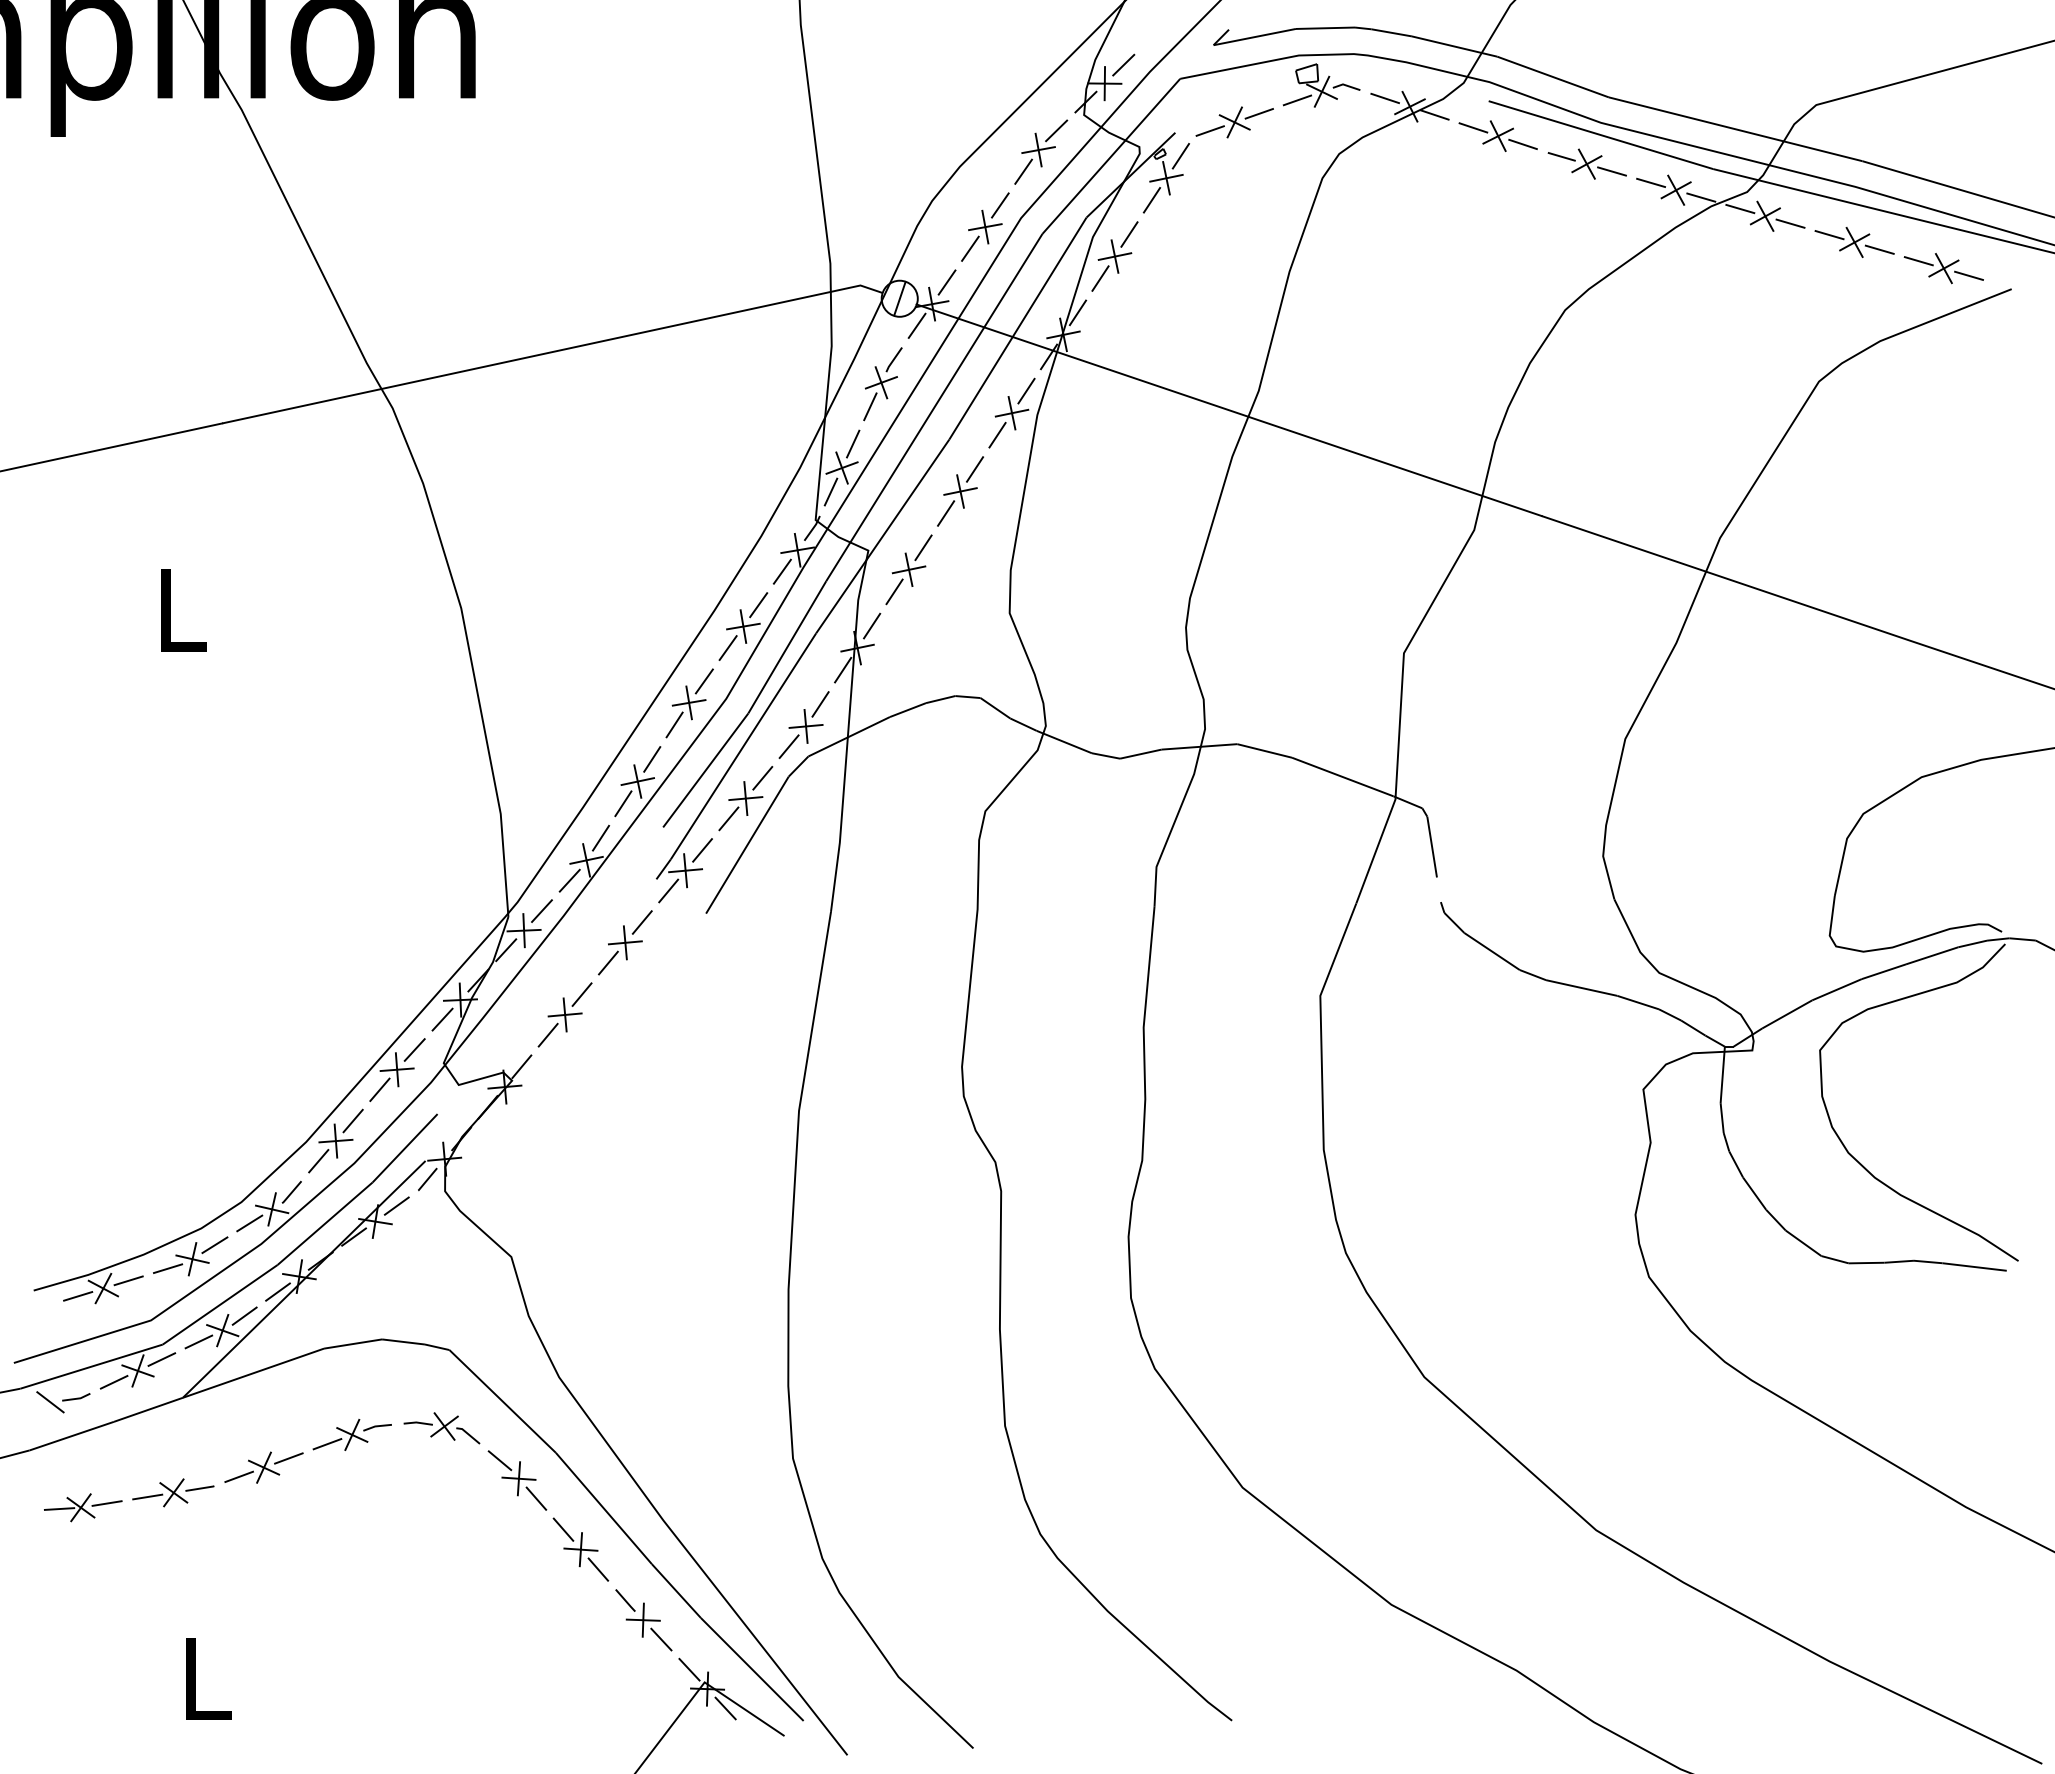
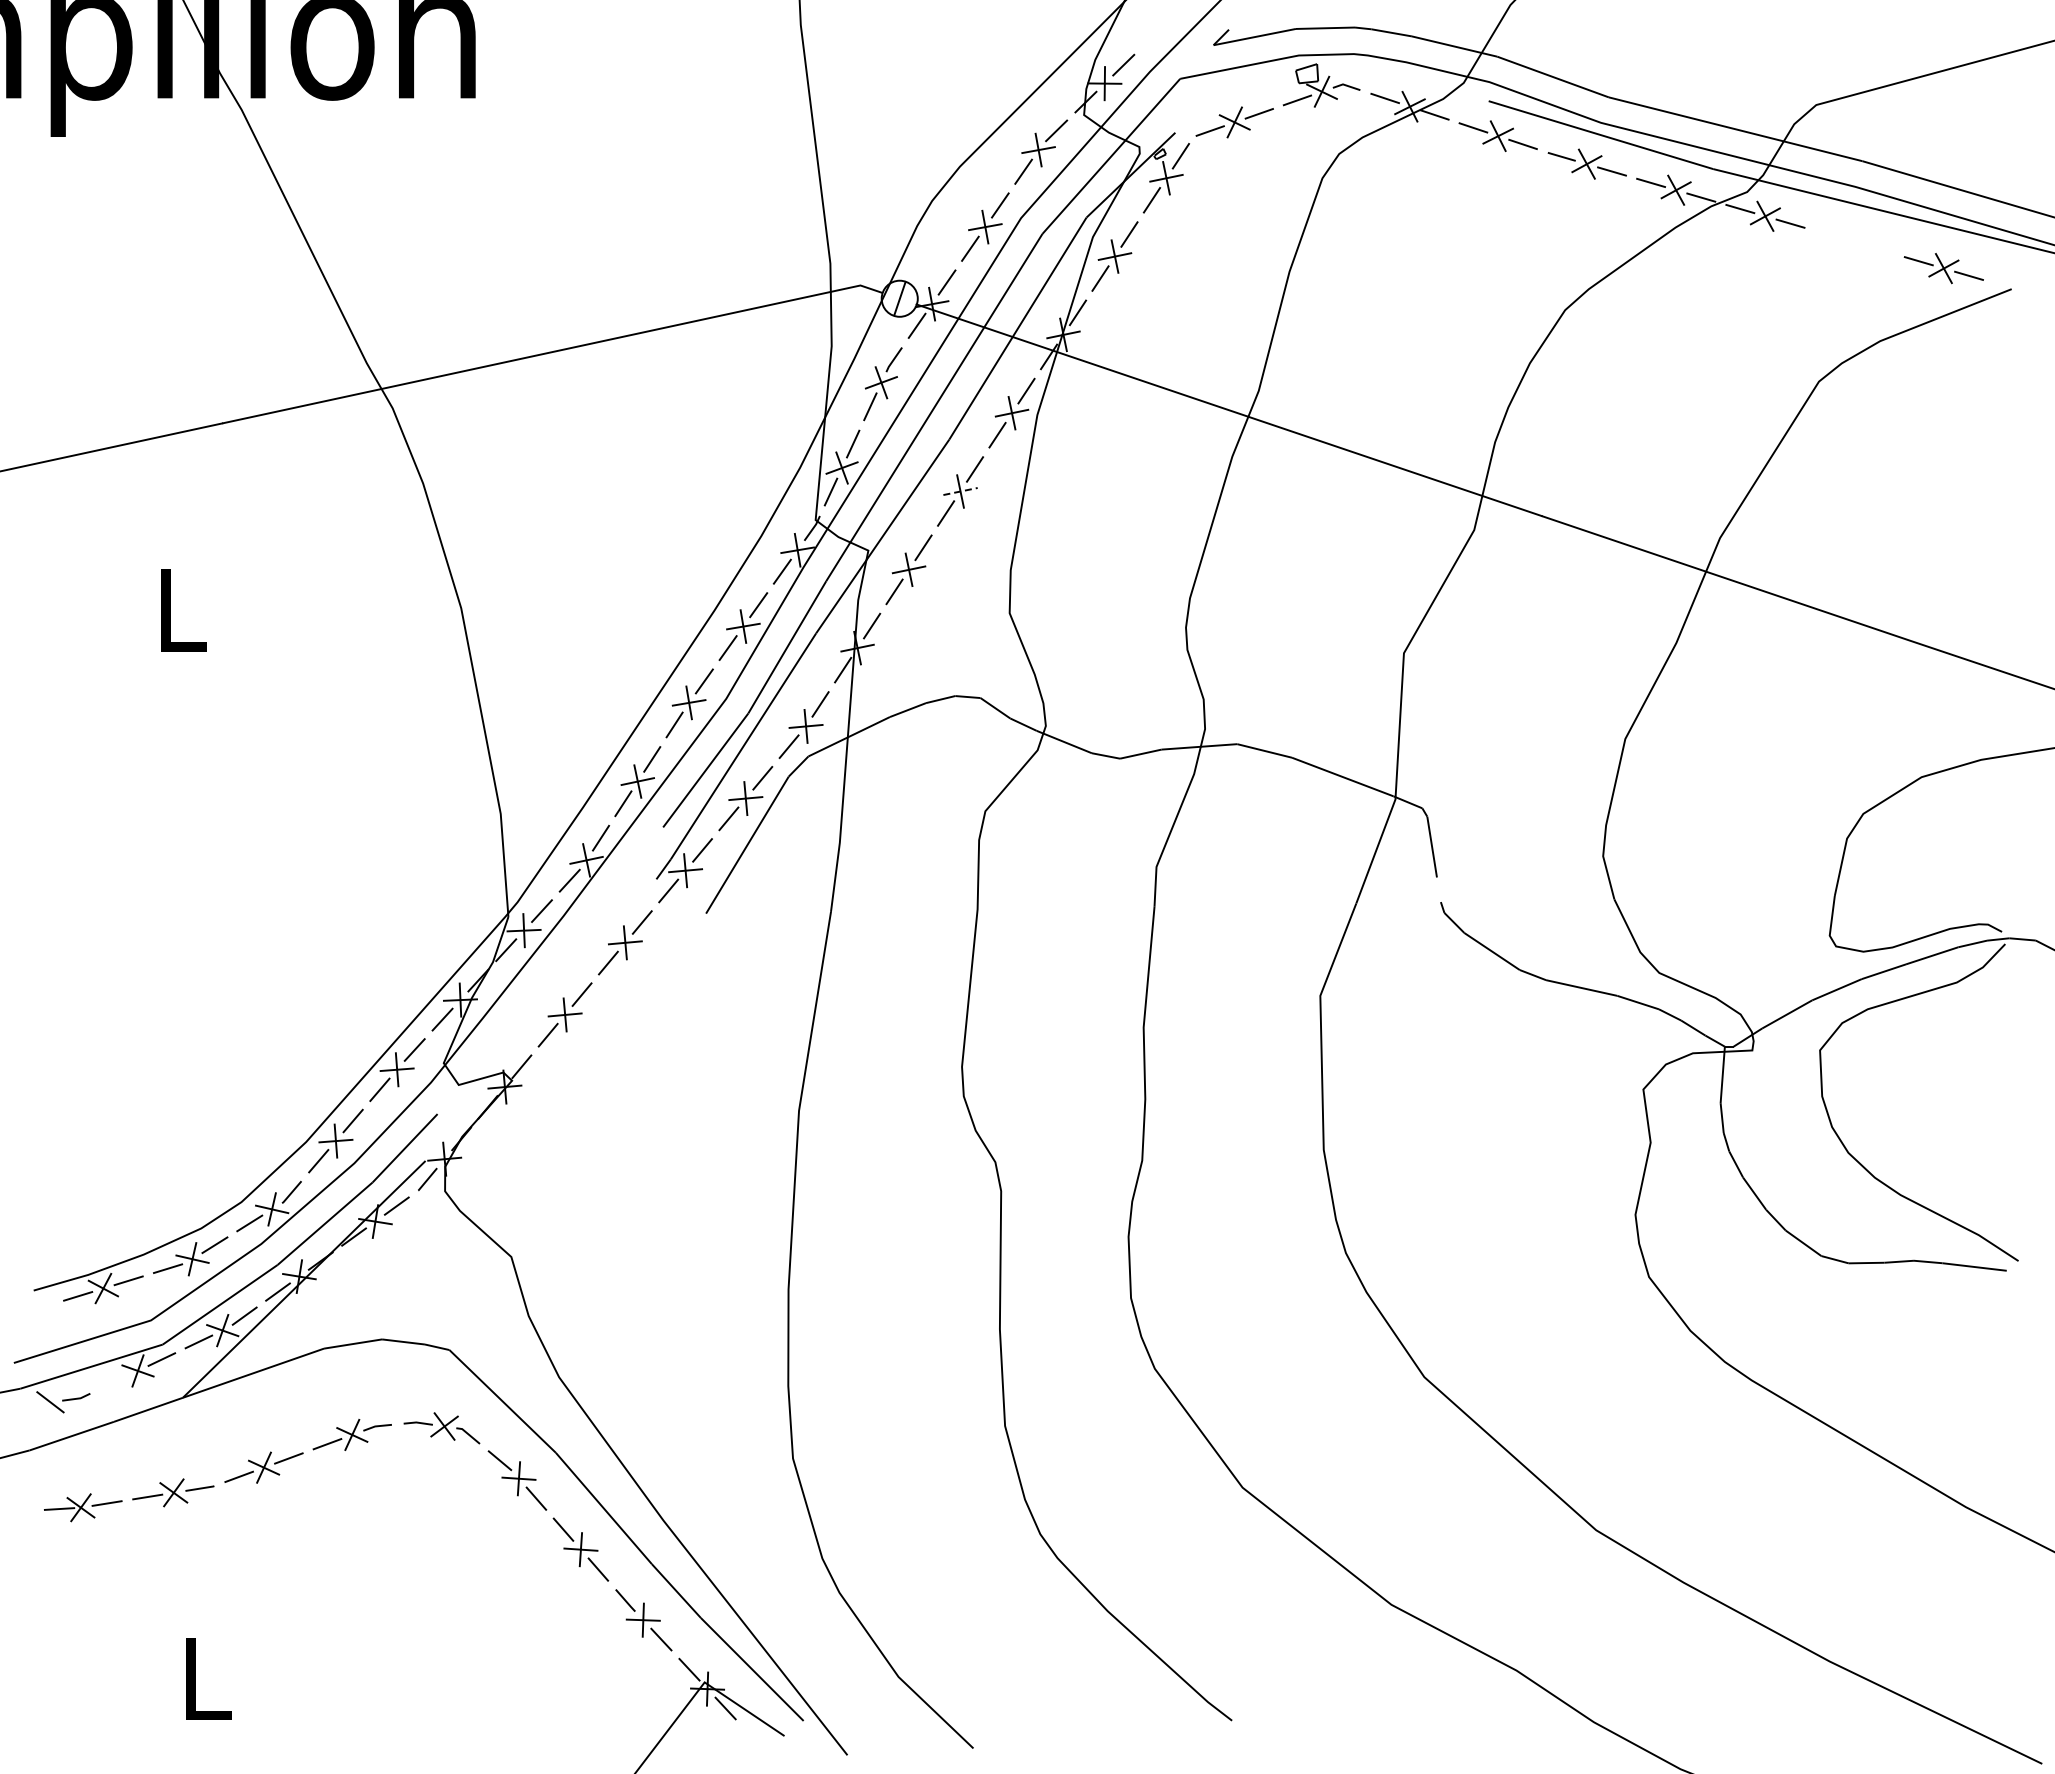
part at (1854, 242): present -> none
line at (960, 491): solid -> dashed
line at (113, 1381): present -> none
